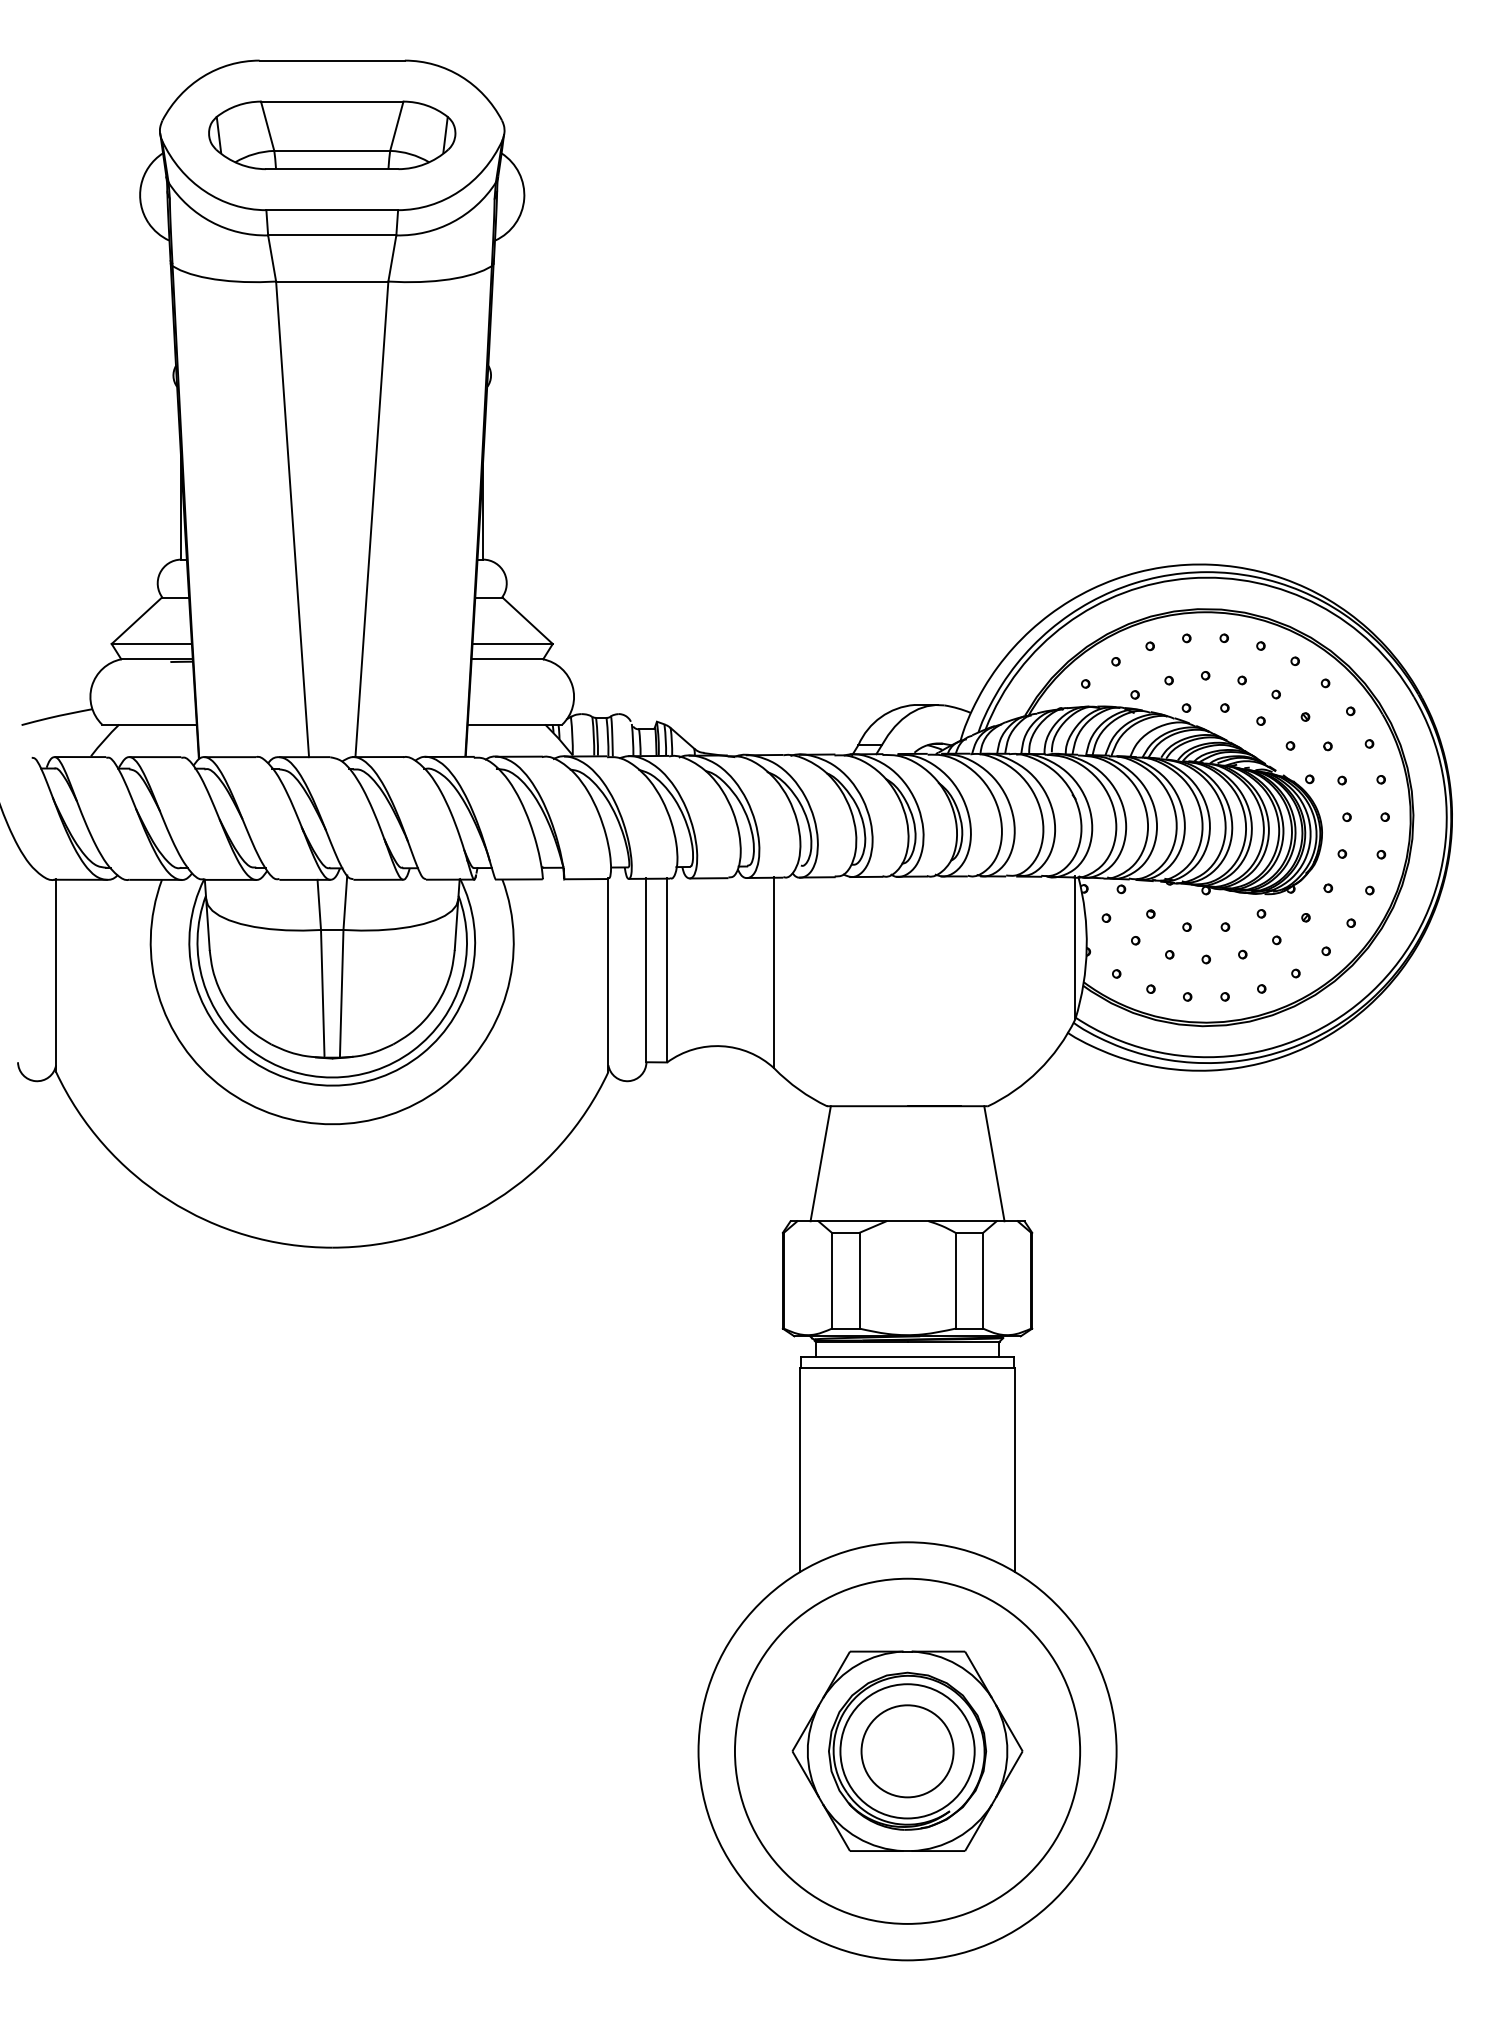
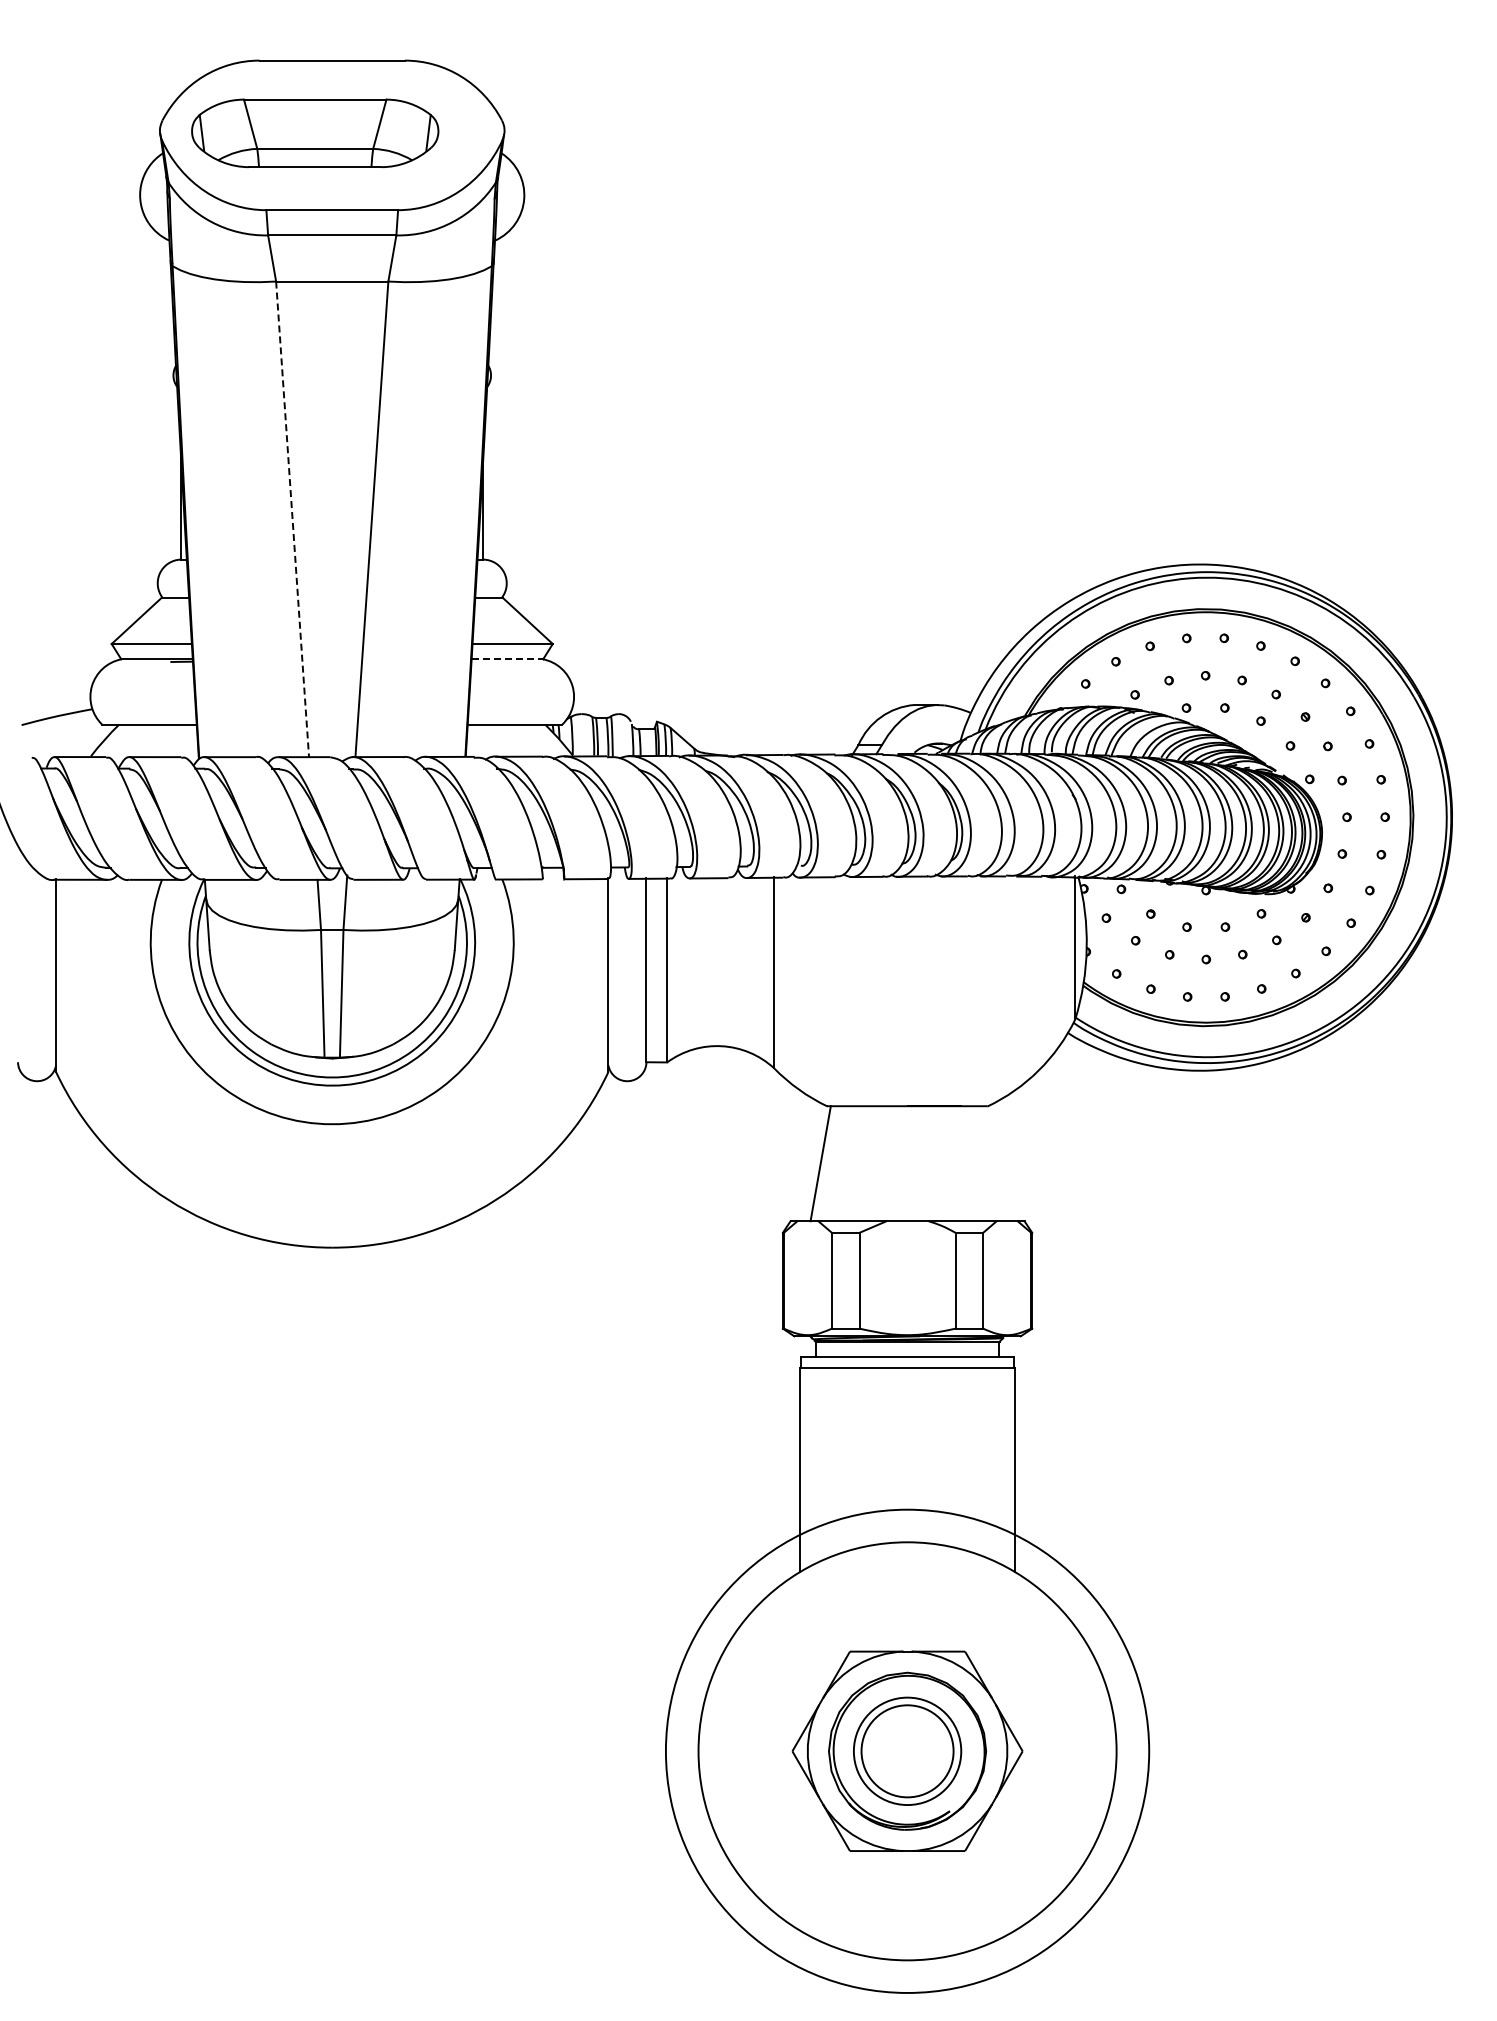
part at (332, 135) position: (332, 135) -> (315, 133)
line at (292, 519): solid -> dashed
line at (507, 659): solid -> dashed
line at (994, 1163): present -> none
circle at (907, 1750) diameter: 345 px -> 483 px
circle at (907, 1751) diameter: 134 px -> 107 px
